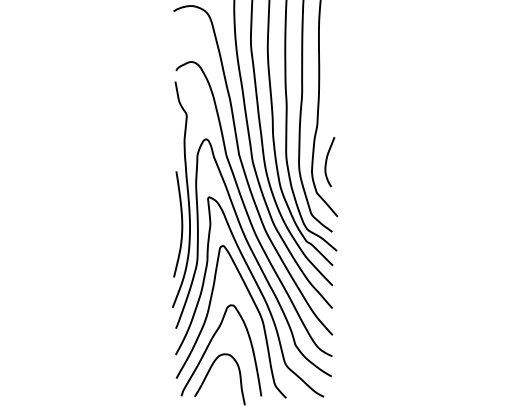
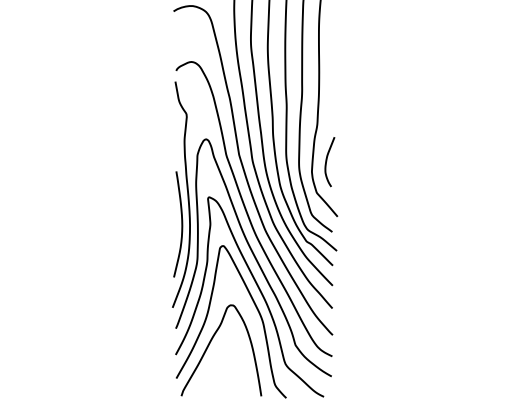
curve at (208, 374): present -> none
